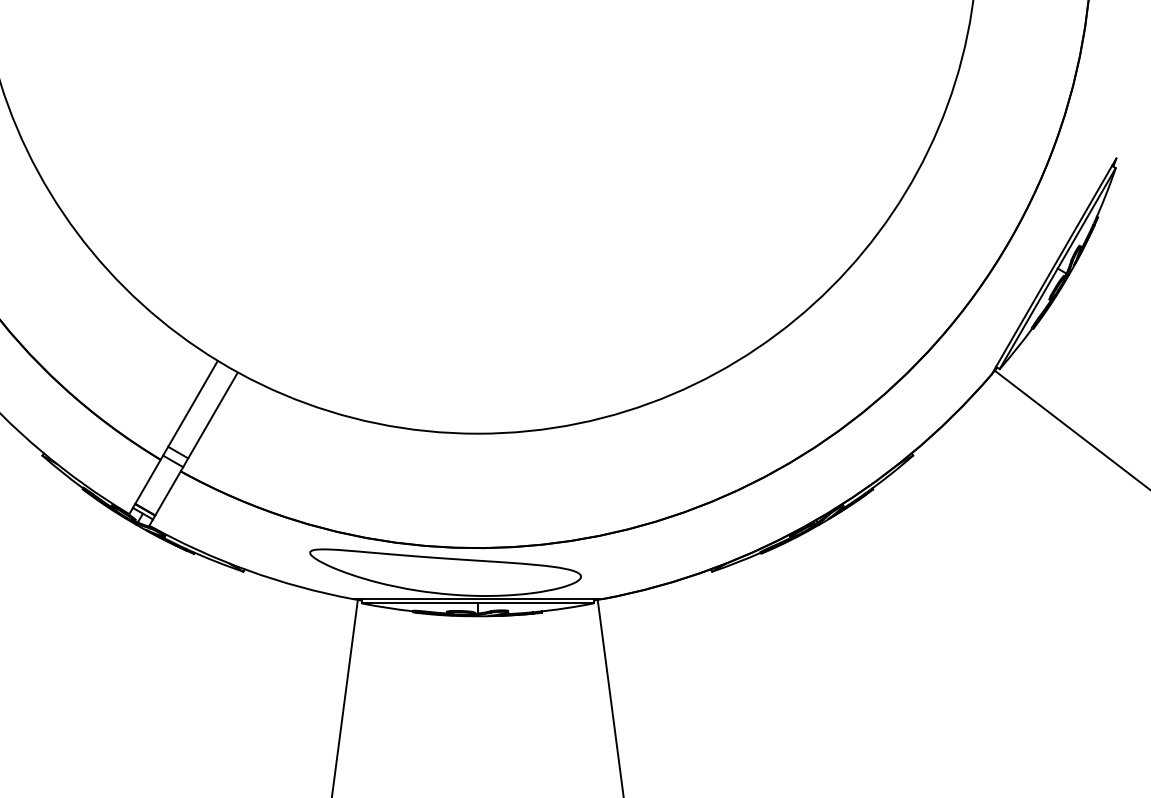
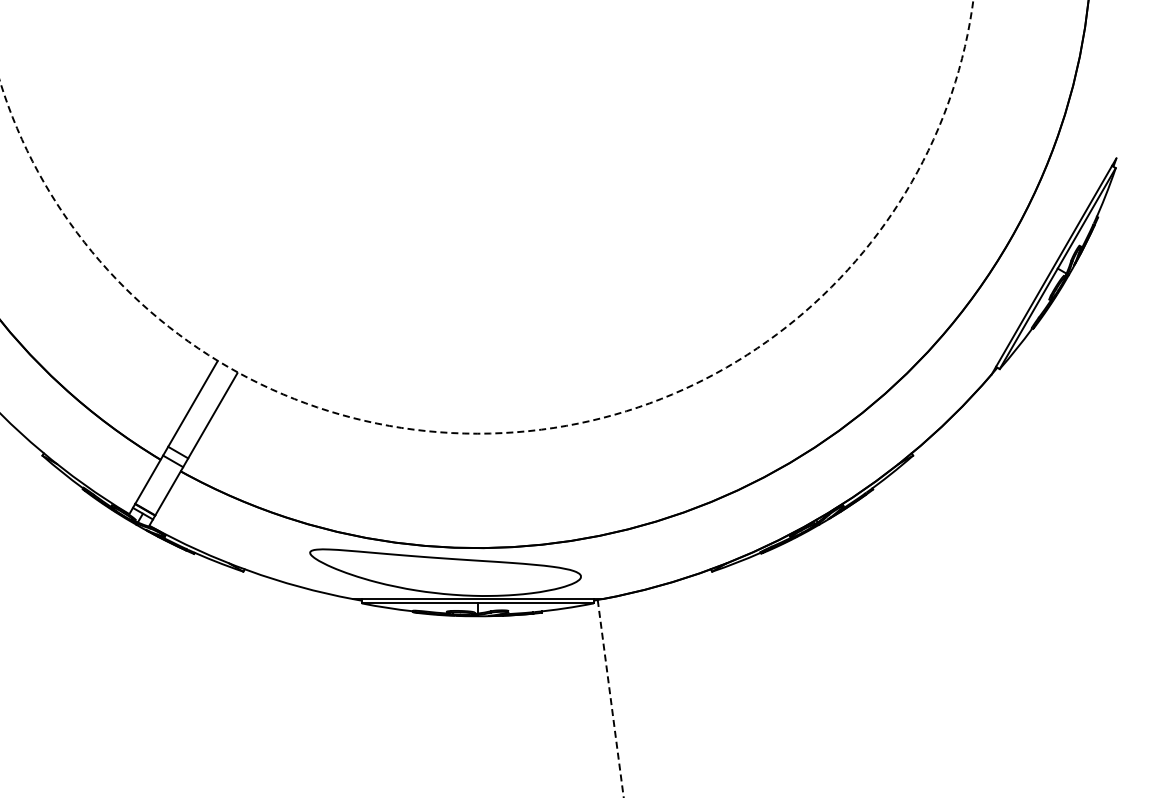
circle at (486, 216): solid -> dashed
line at (1070, 428): present -> none
line at (344, 697): present -> none
line at (610, 698): solid -> dashed
